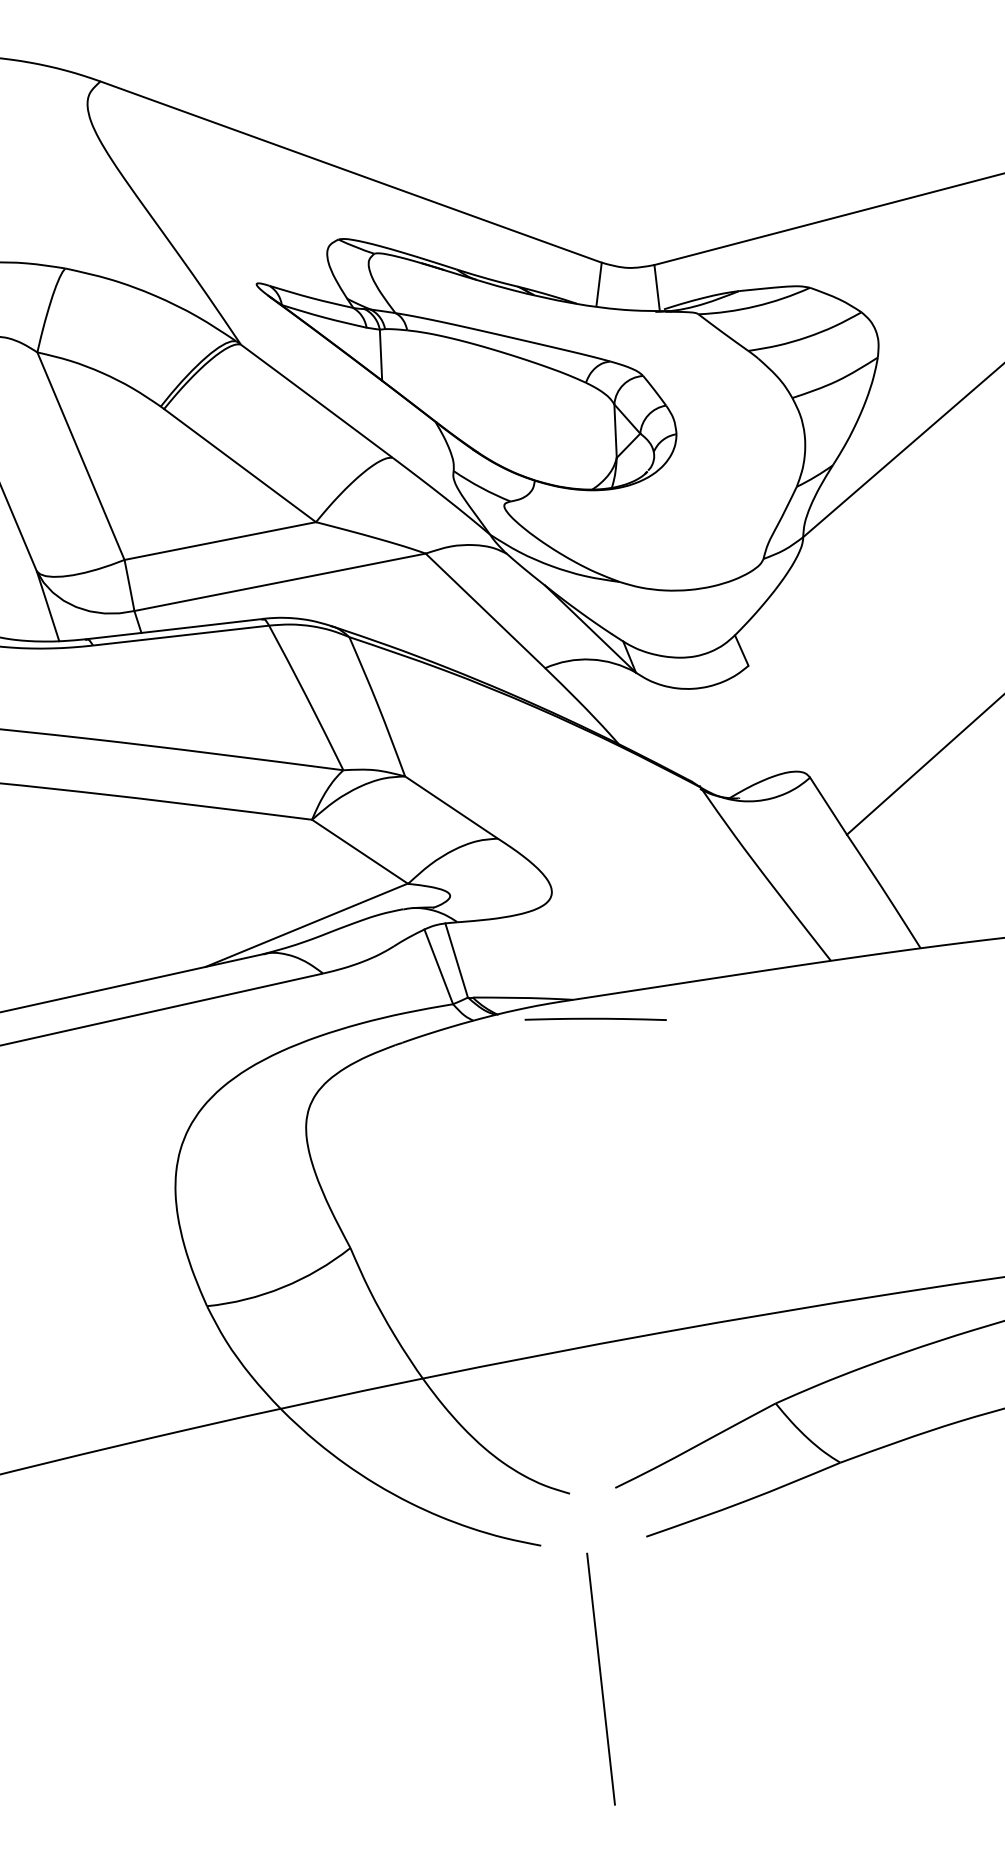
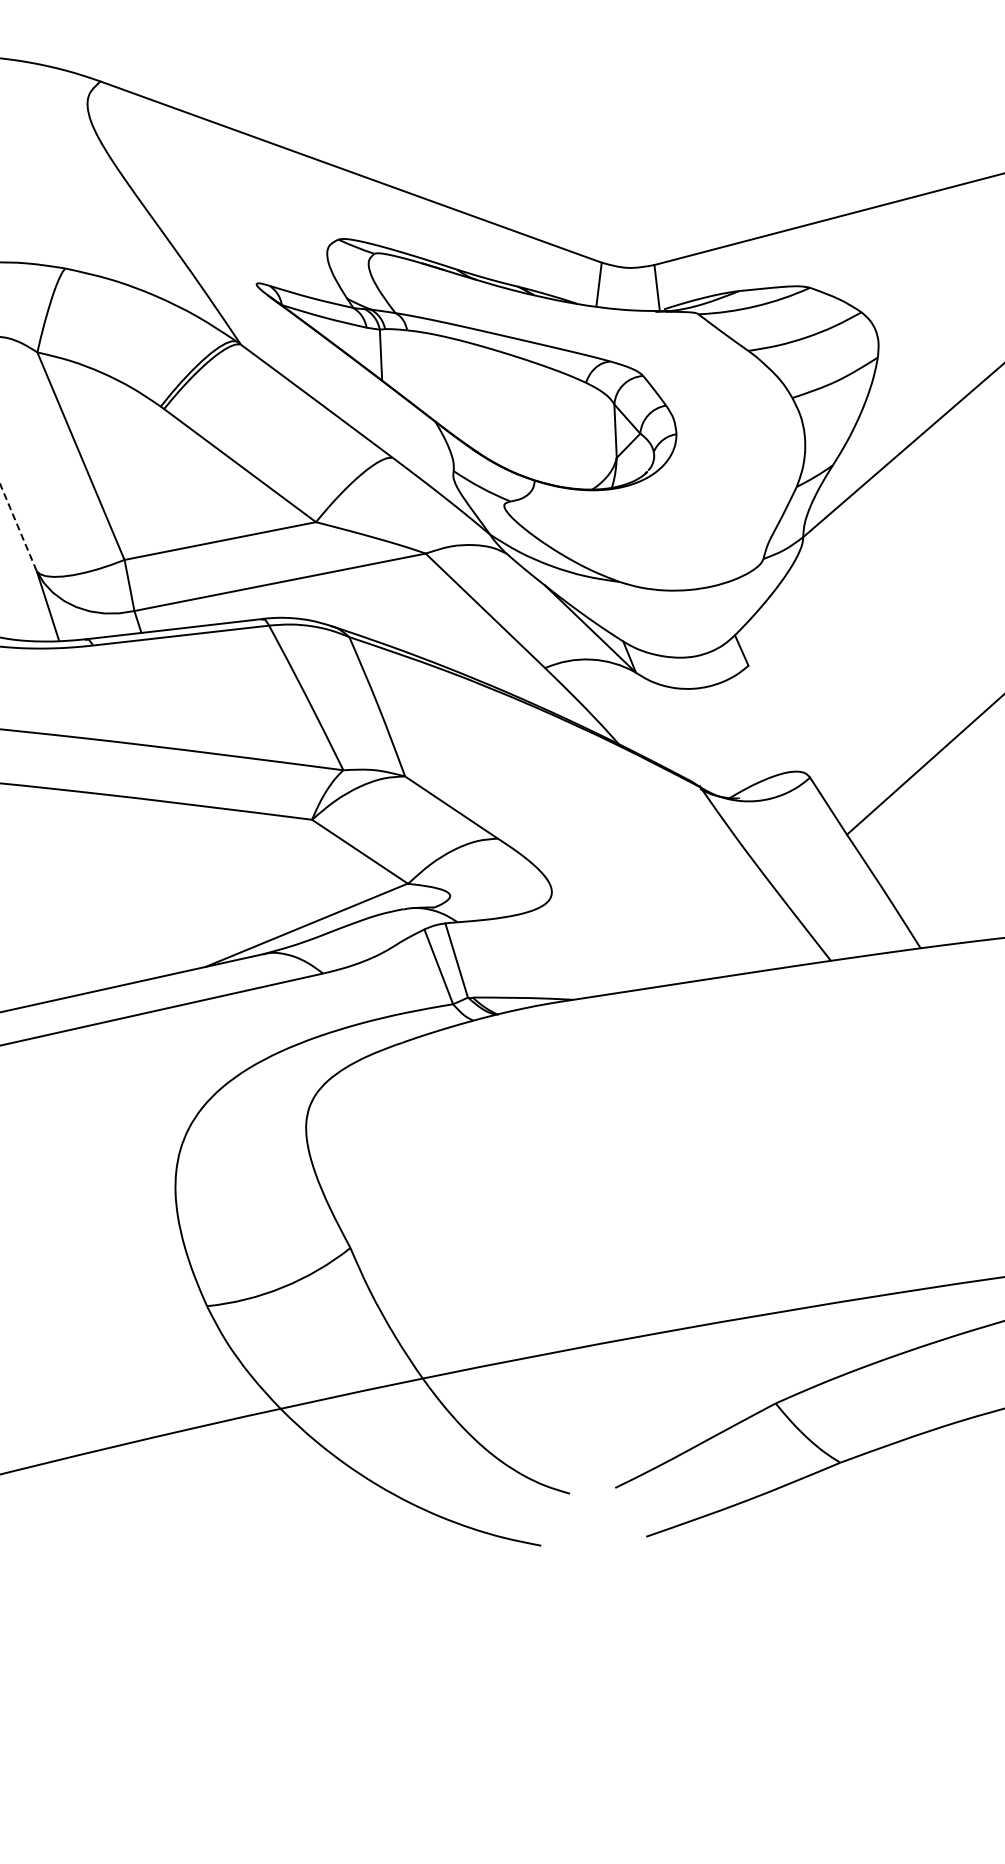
line at (18, 528): solid -> dashed
line at (595, 1018): present -> none
line at (600, 1678): present -> none
